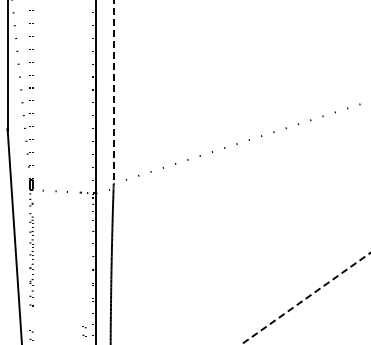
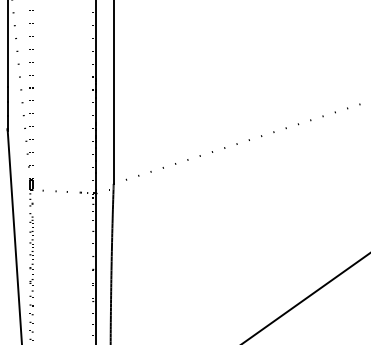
line at (113, 92): dashed -> solid
line at (305, 299): dashed -> solid
part at (84, 331) position: (84, 331) -> (31, 318)
